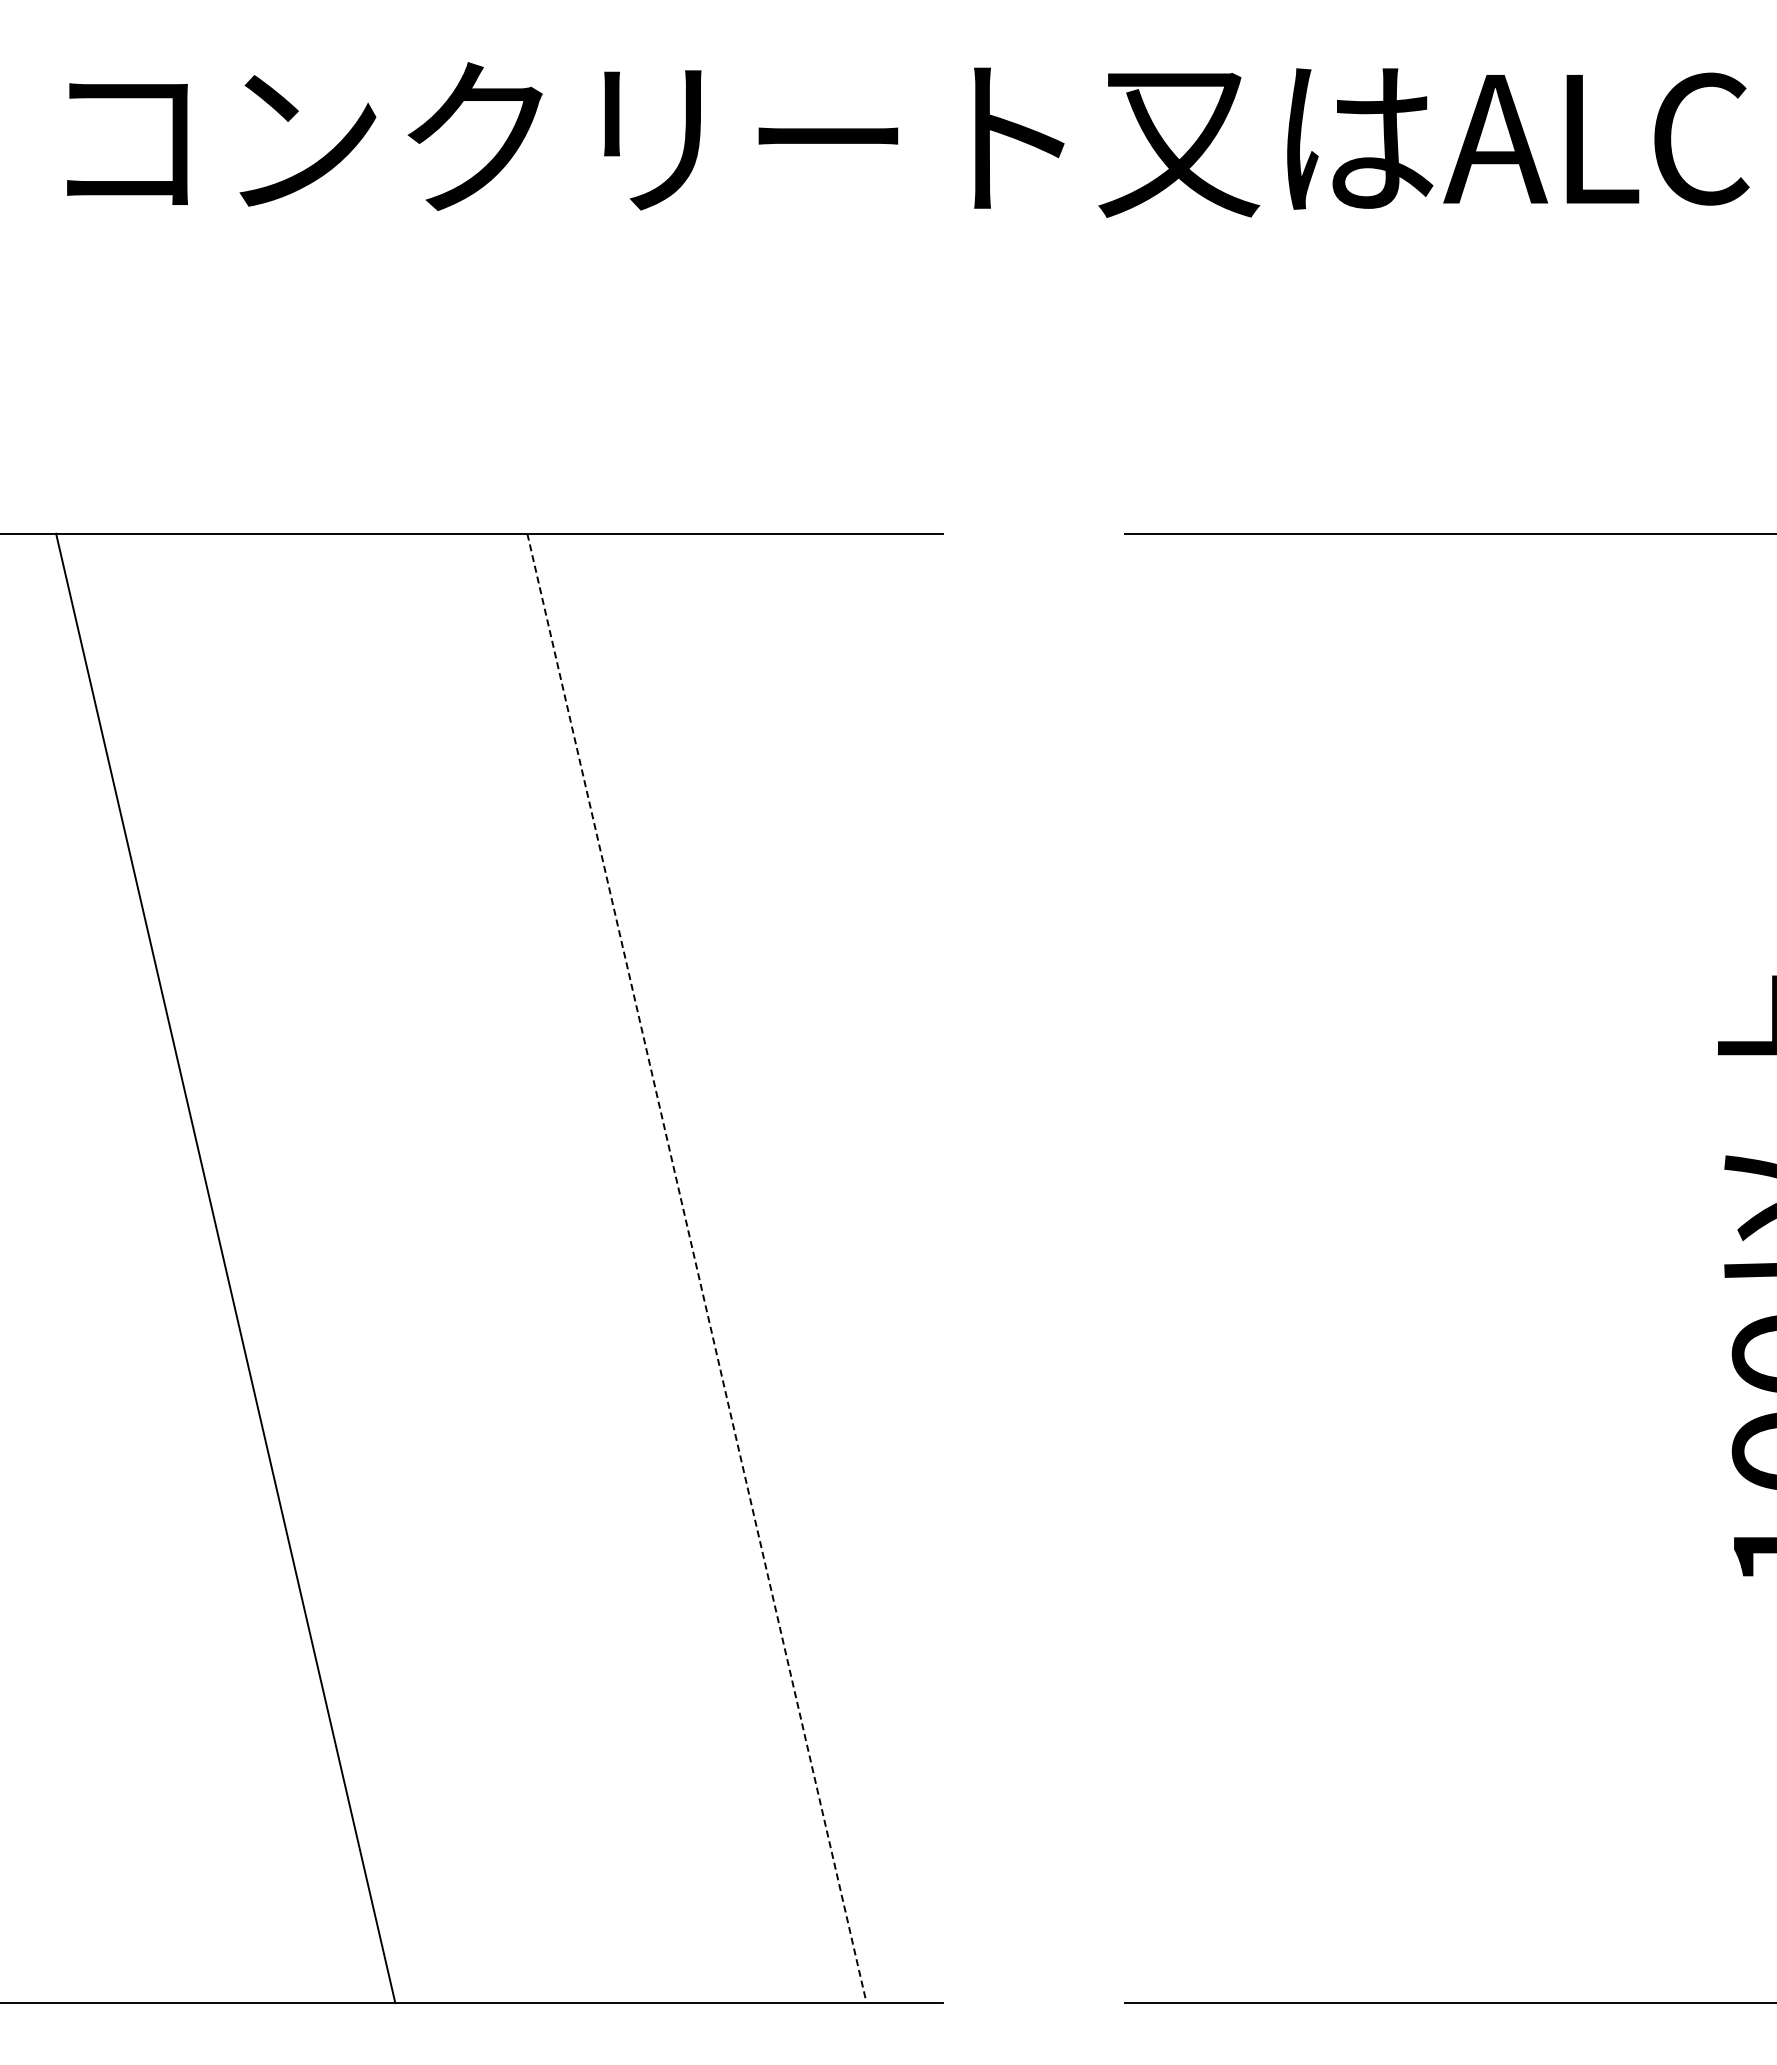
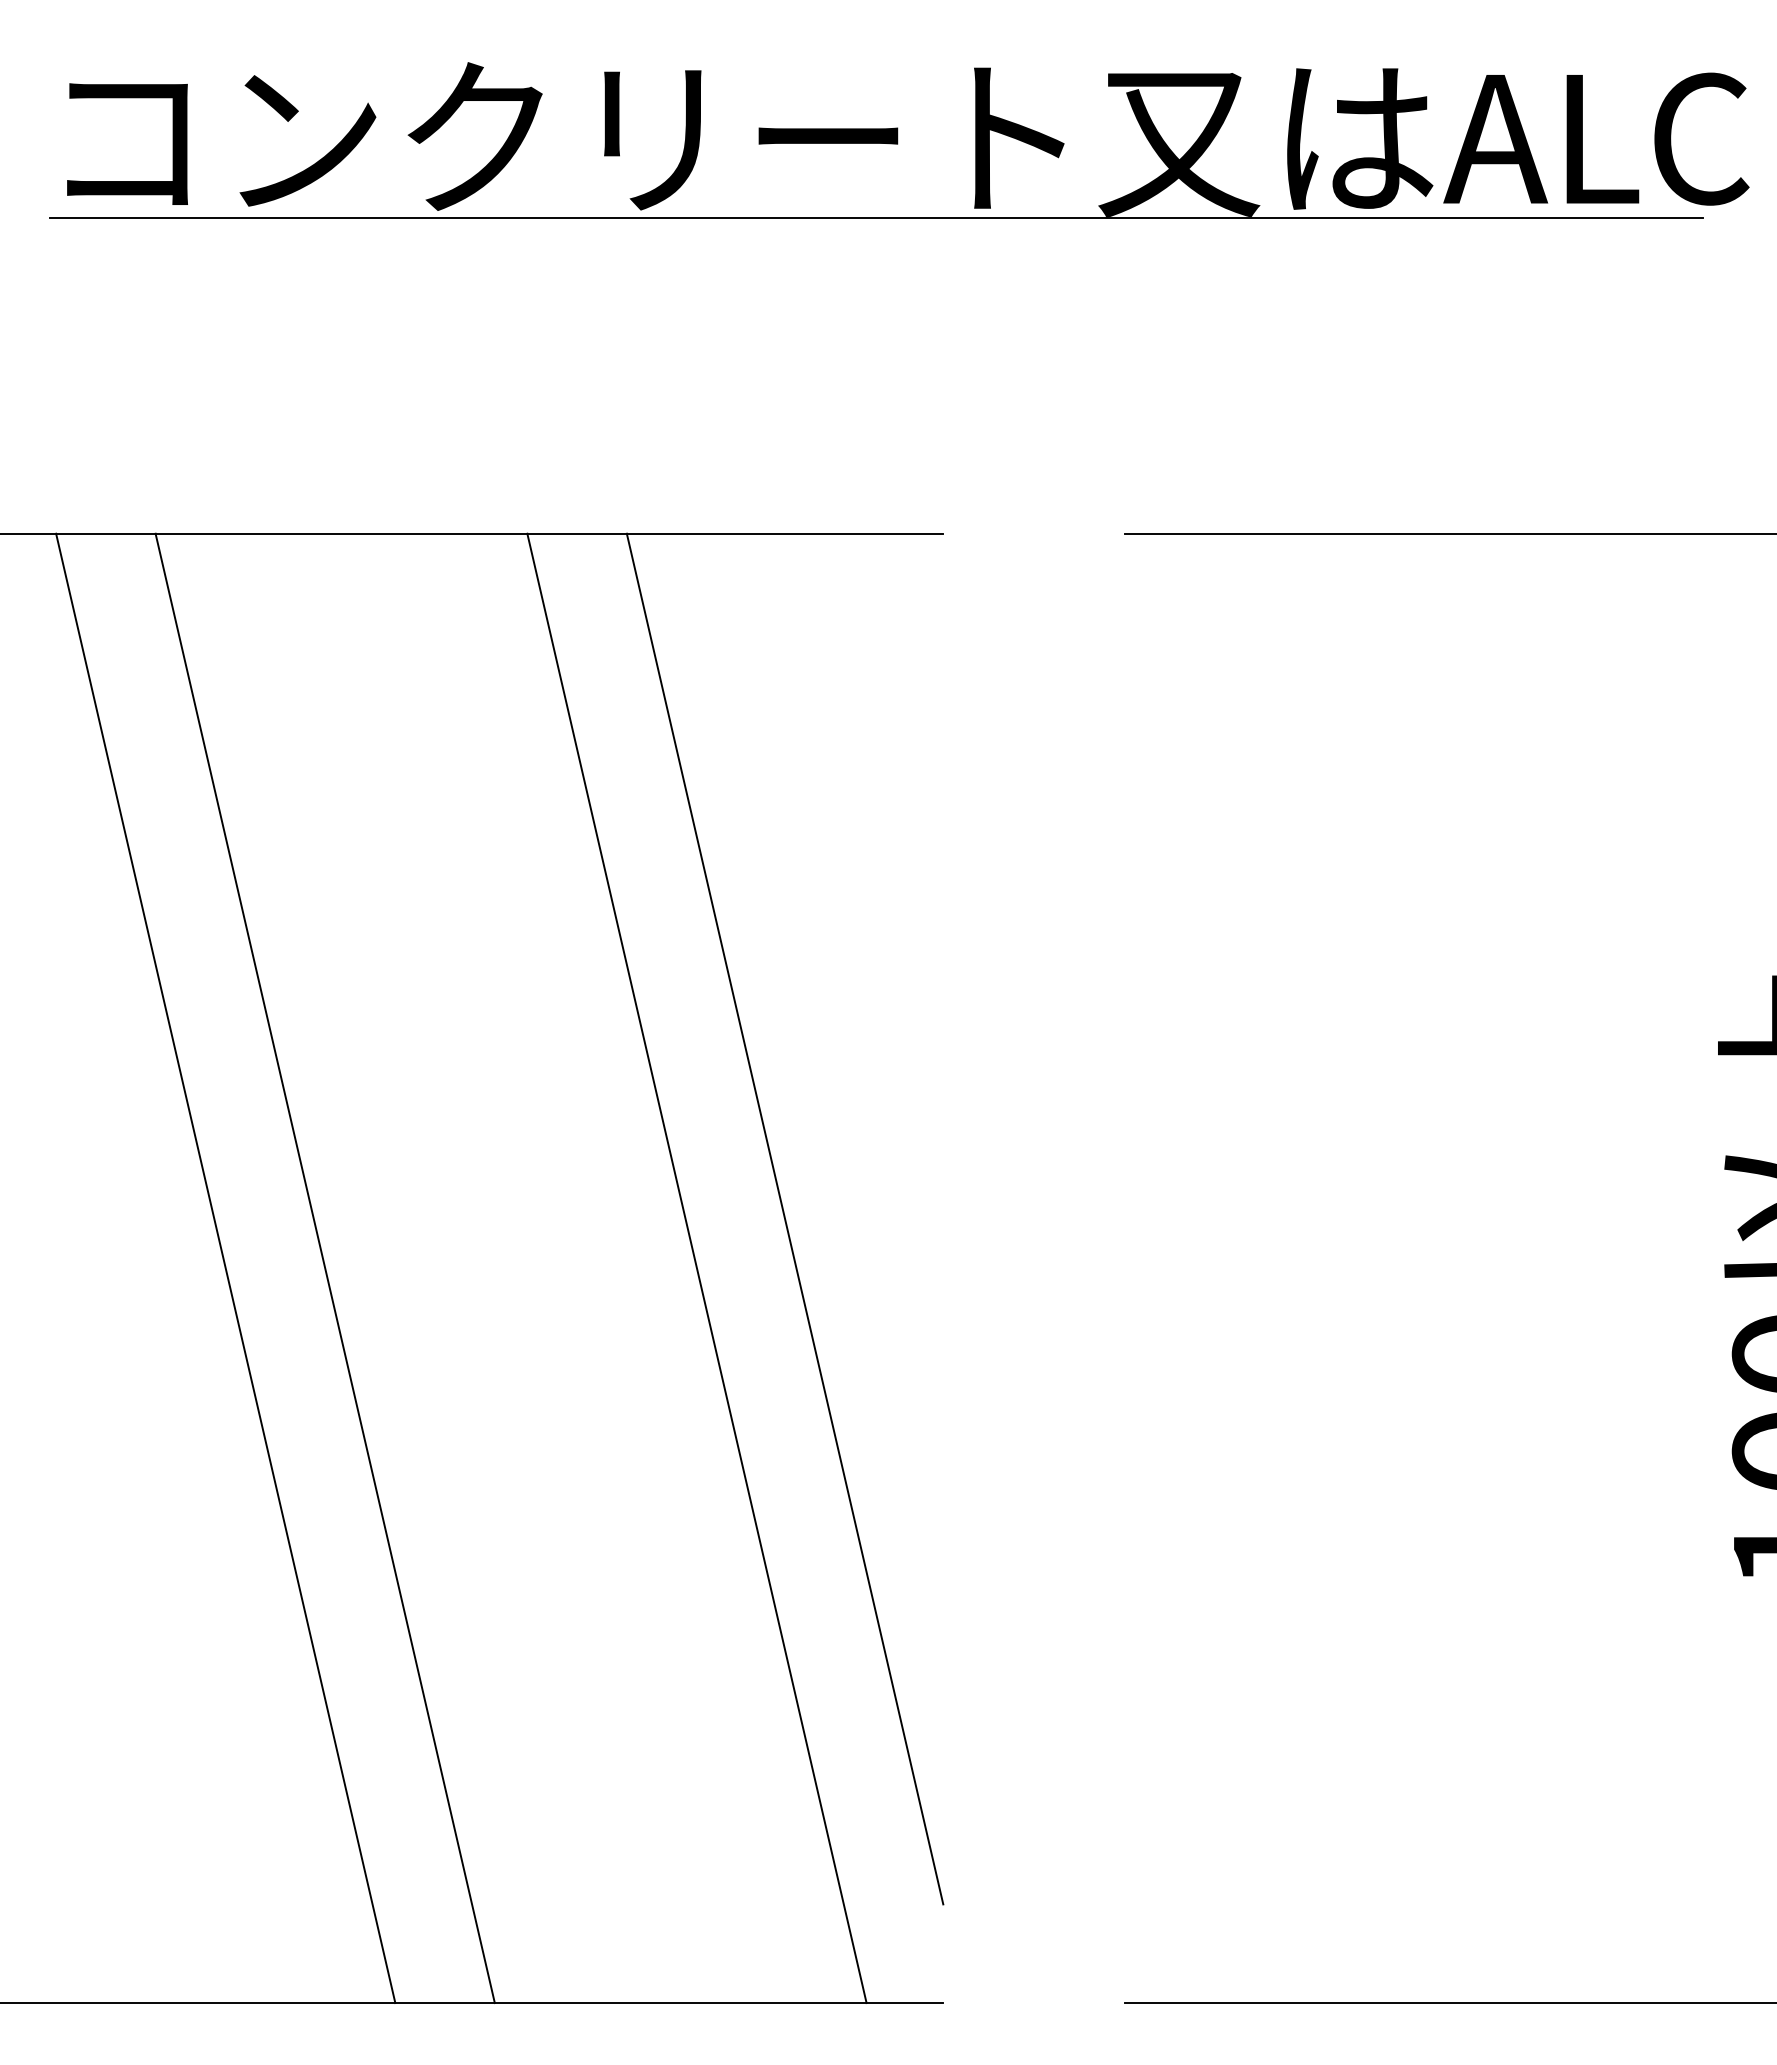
line at (876, 218): none -> present
line at (784, 1218): none -> present
line at (324, 1268): none -> present
line at (696, 1268): dashed -> solid
